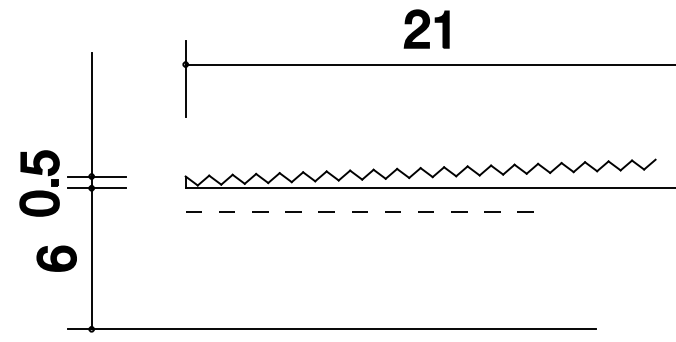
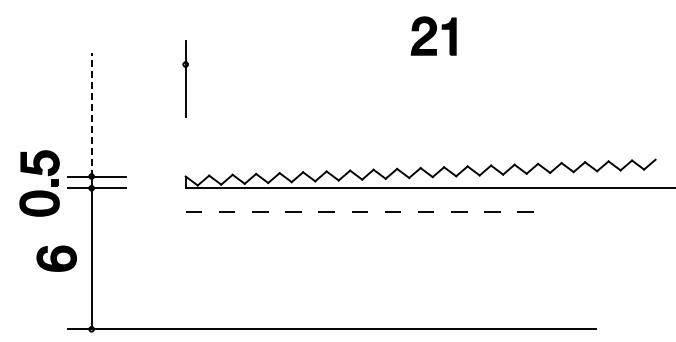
part at (426, 28) position: (426, 28) -> (433, 35)
line at (428, 64): present -> none
line at (91, 114): solid -> dashed
